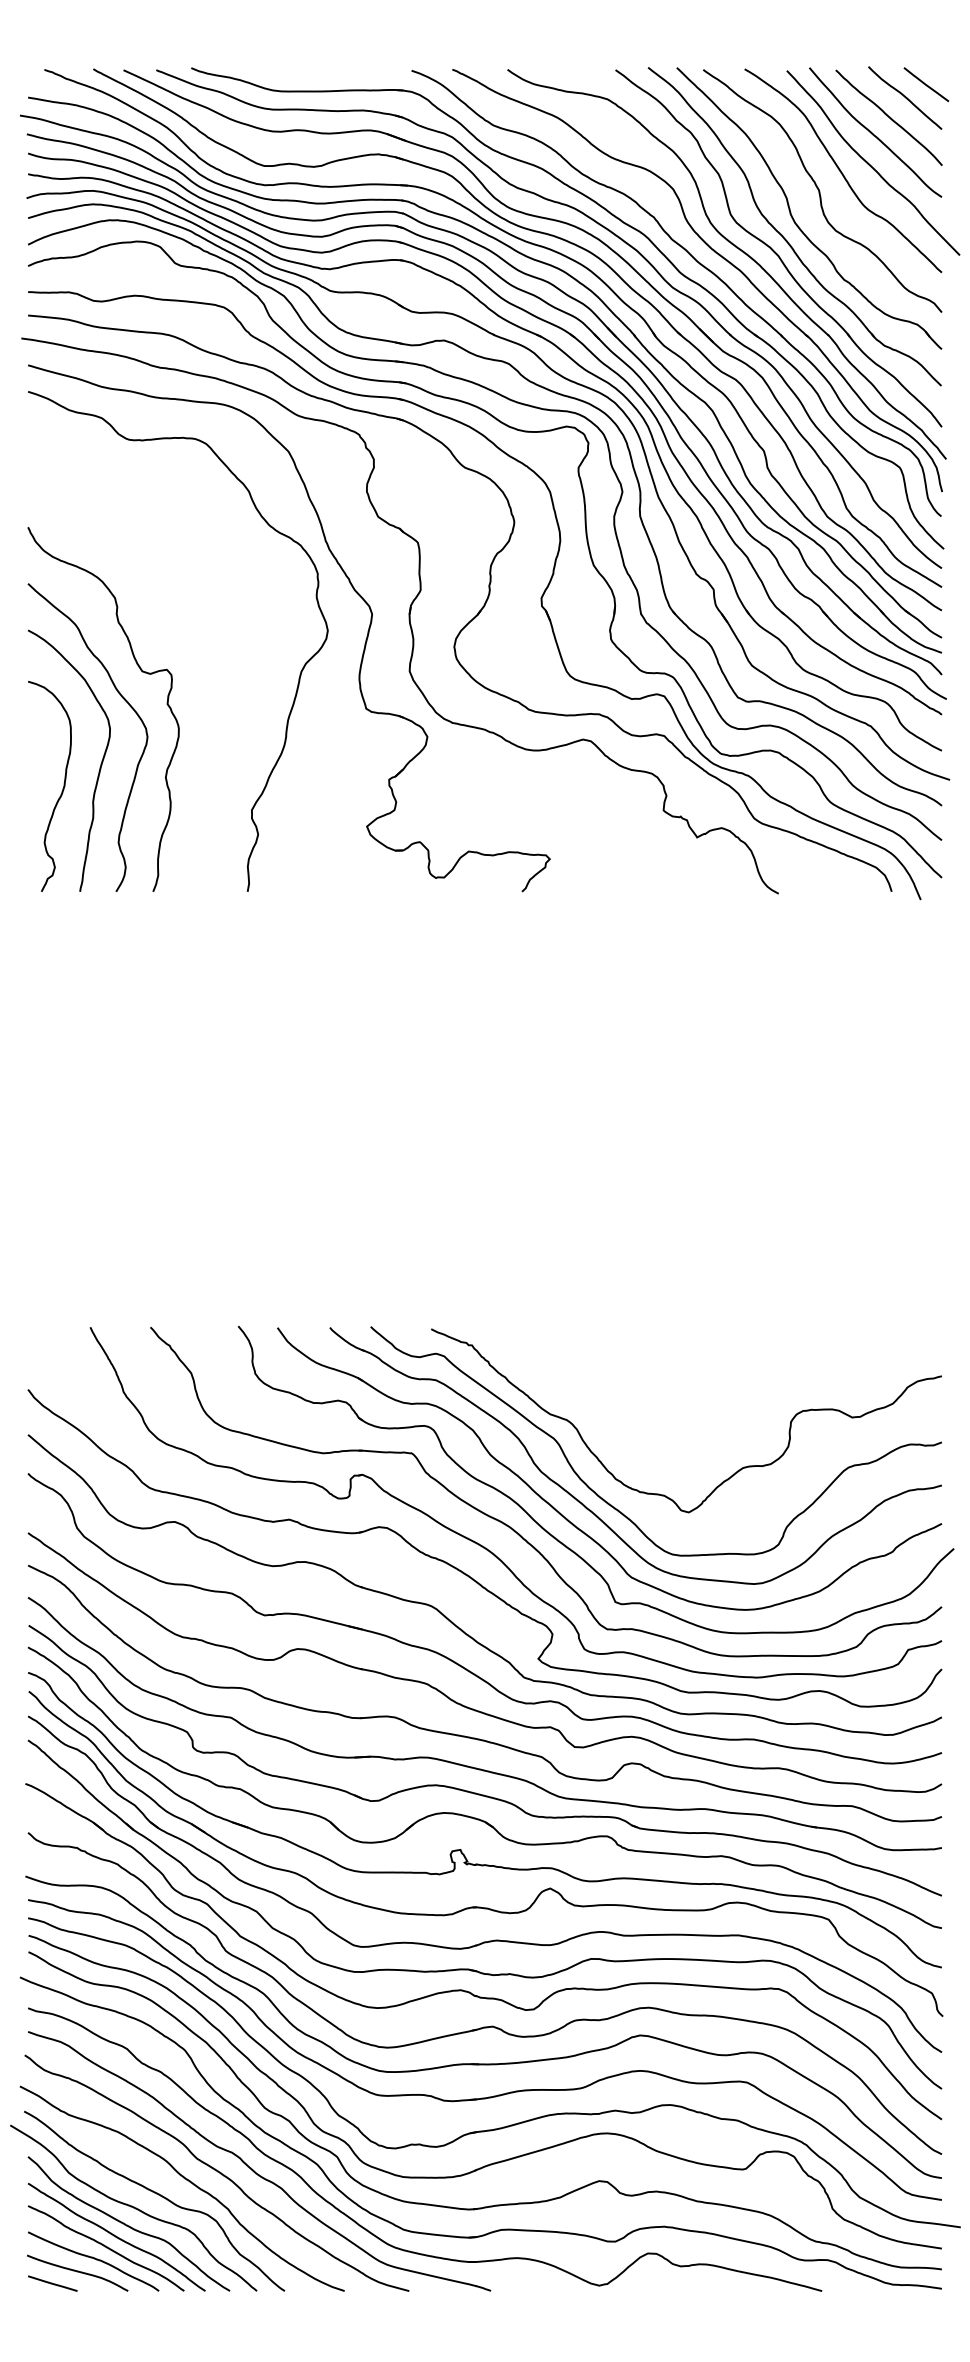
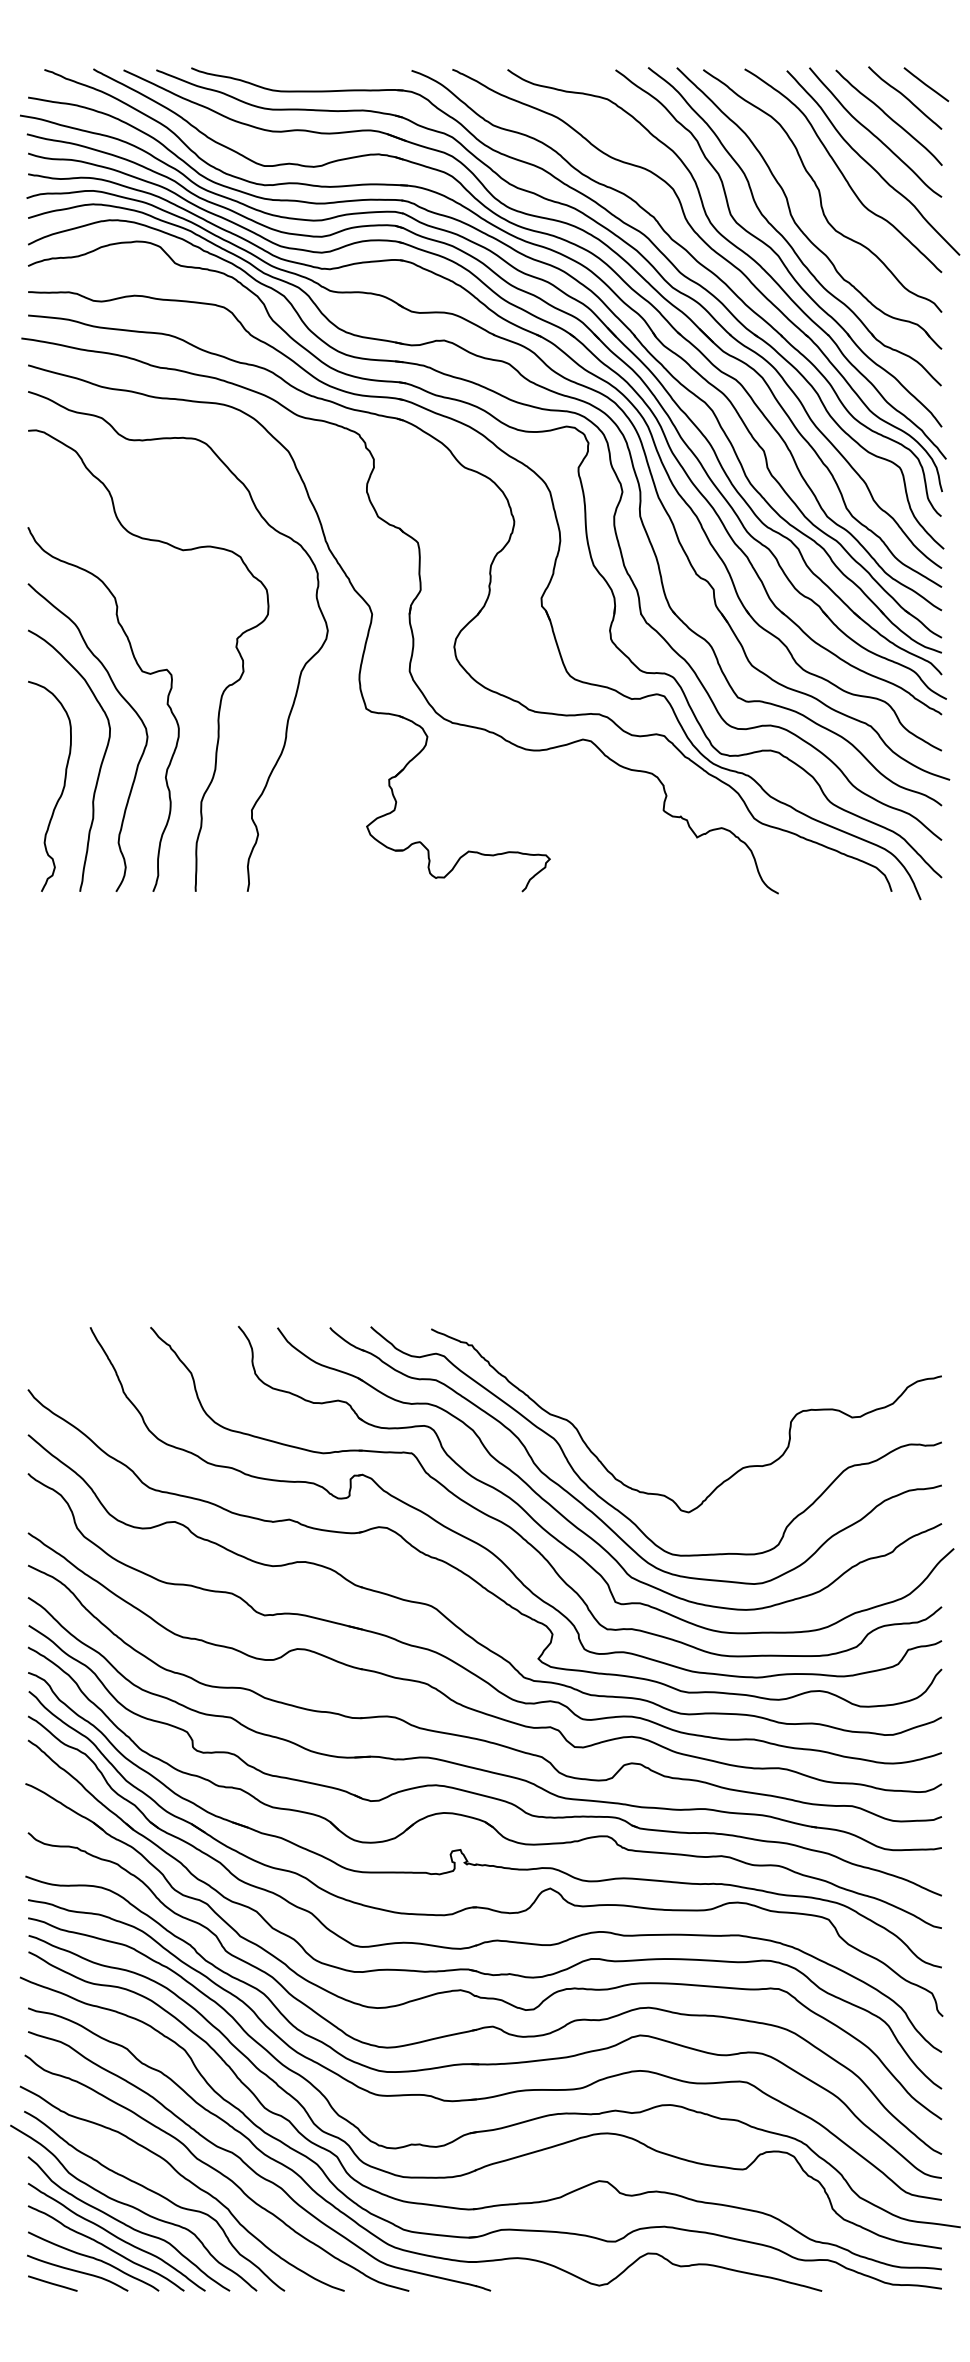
curve at (222, 691): none -> present
